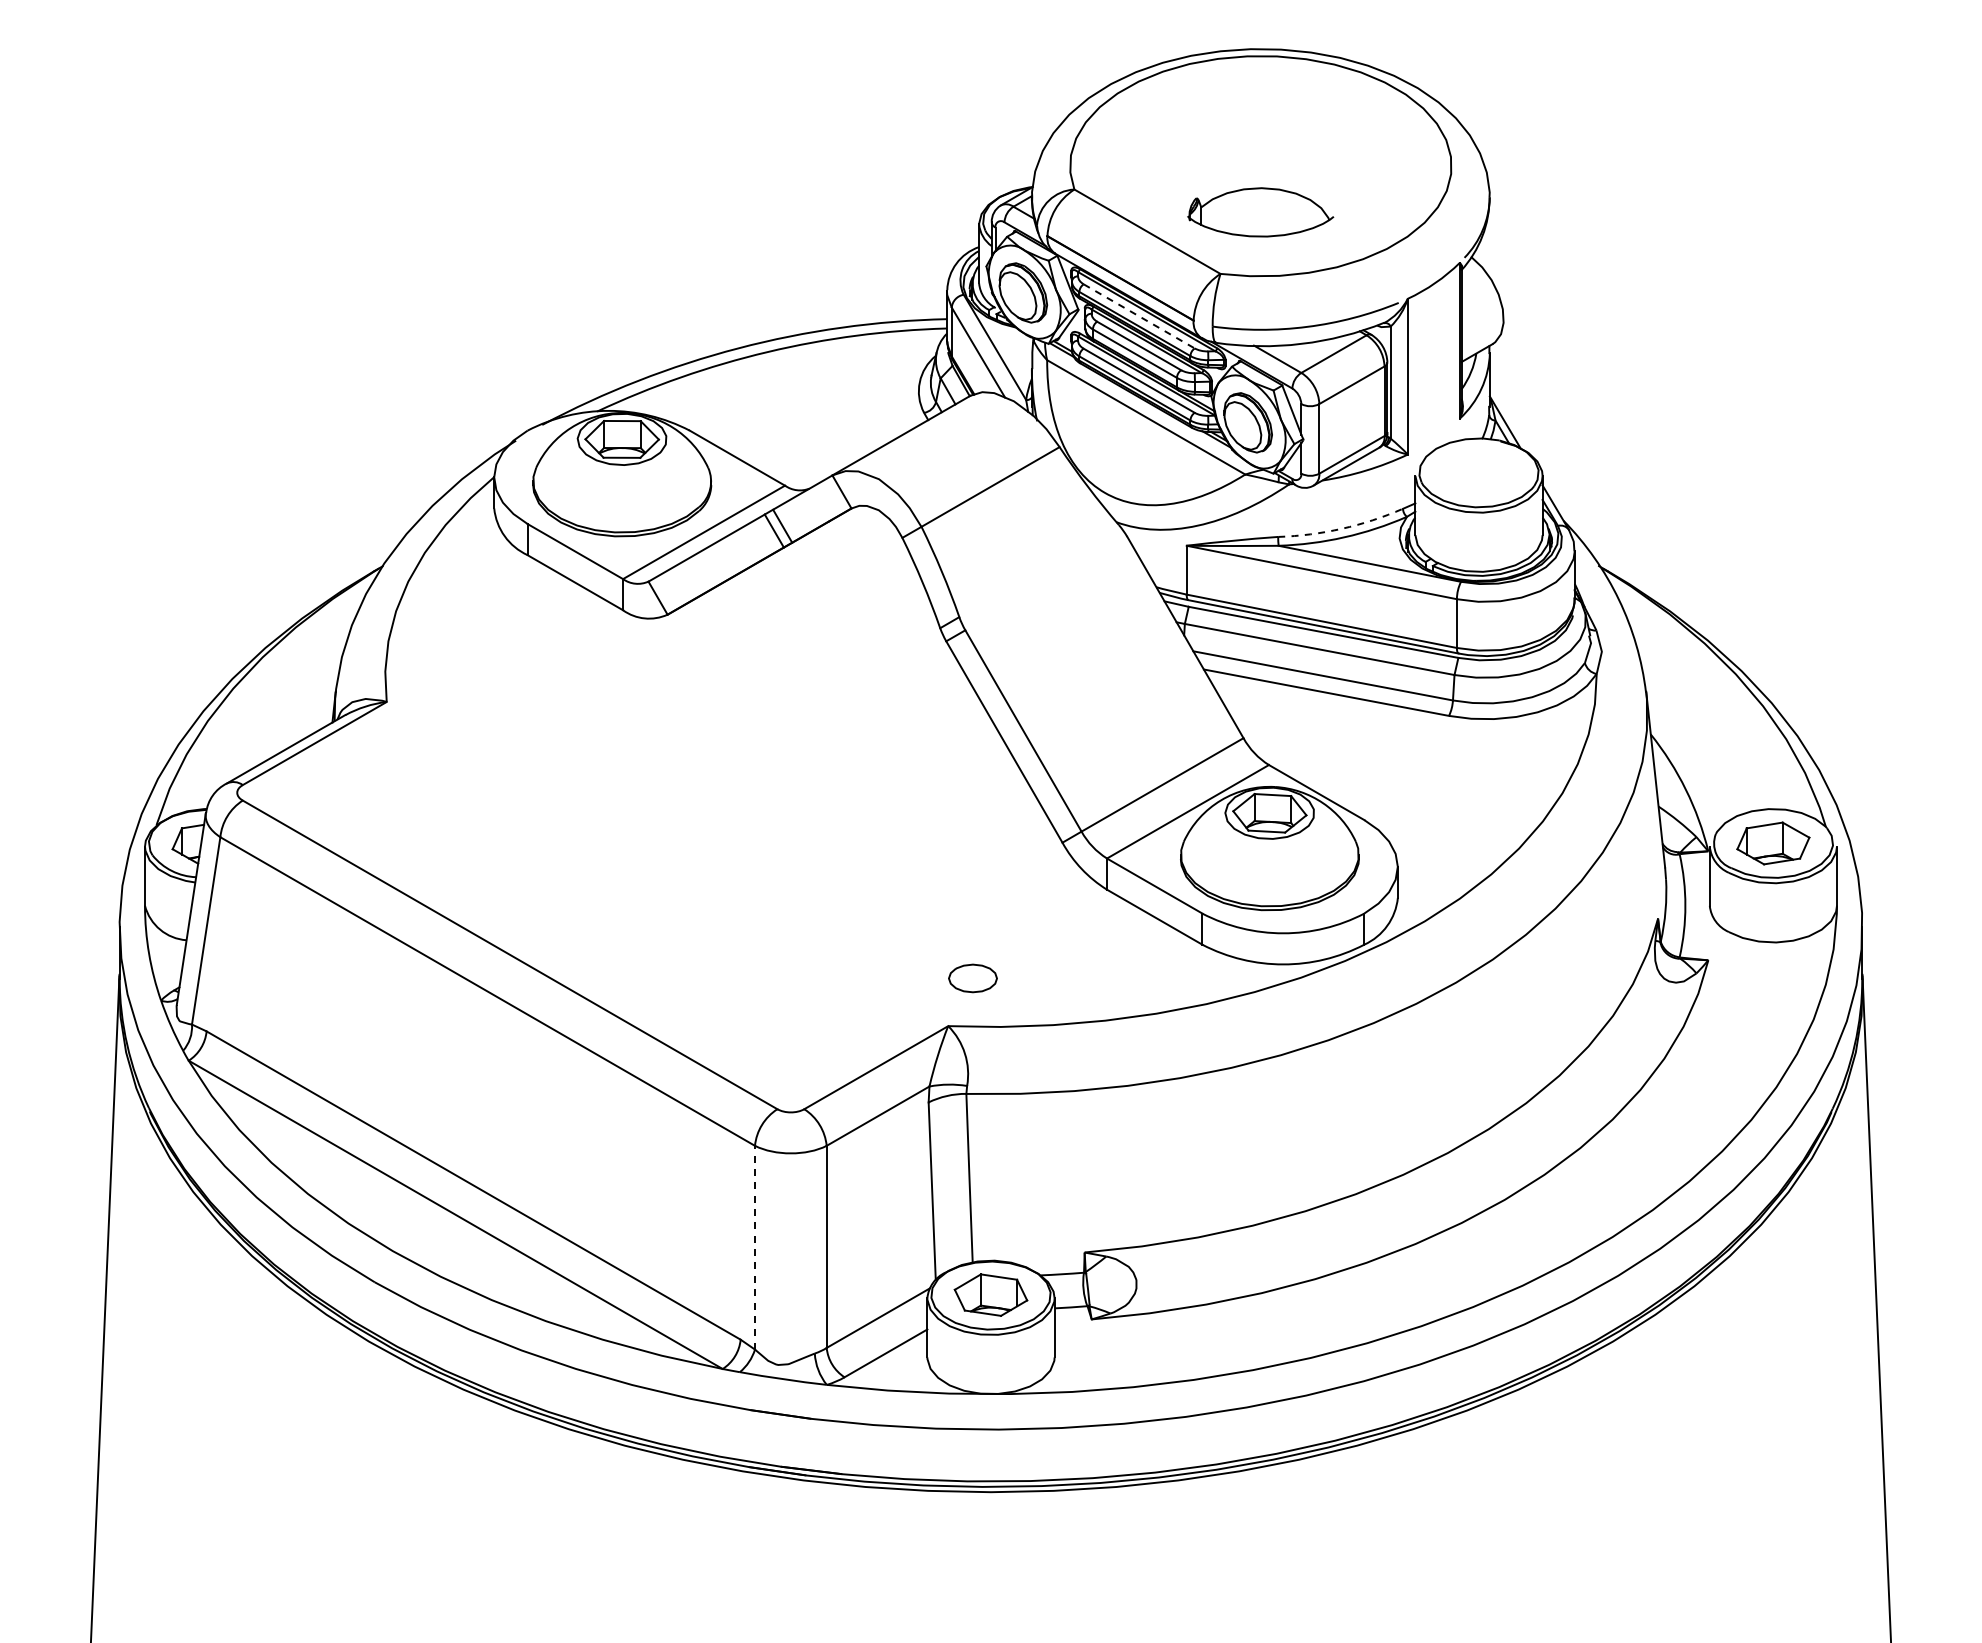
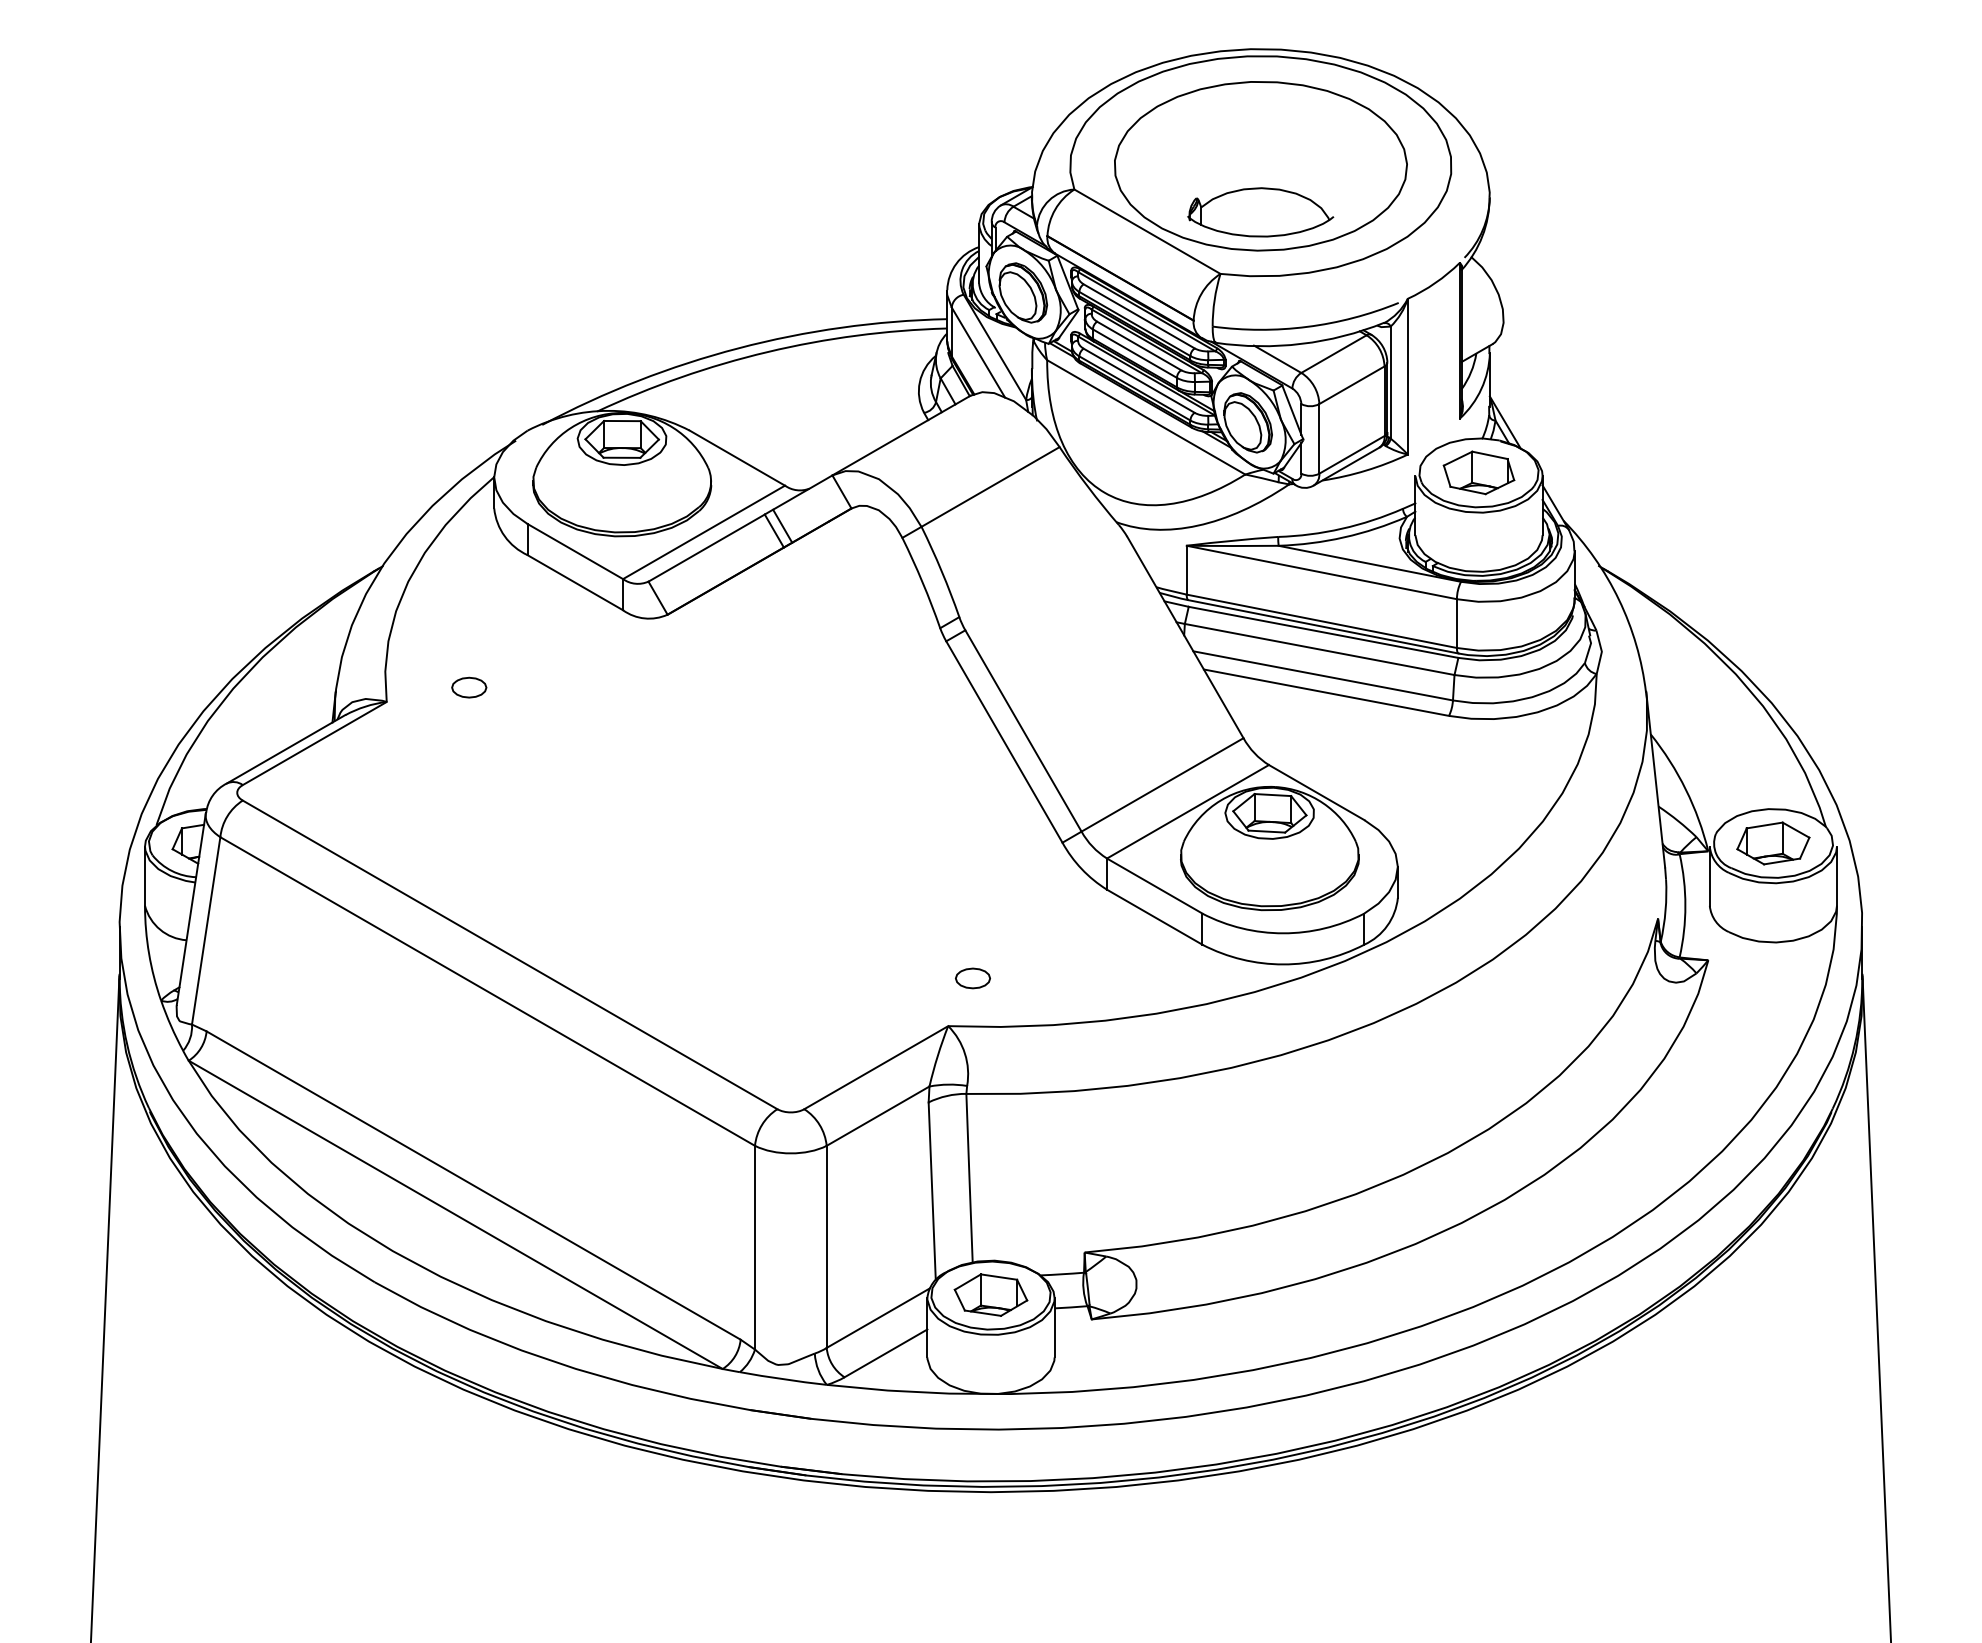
part at (1260, 166): none -> present
line at (1139, 316): dashed -> solid
part at (1478, 472): none -> present
arc at (1341, 528): dashed -> solid
part at (469, 687): none -> present
part at (972, 978) size: 50x31 px -> 36x23 px
line at (755, 1247): dashed -> solid
